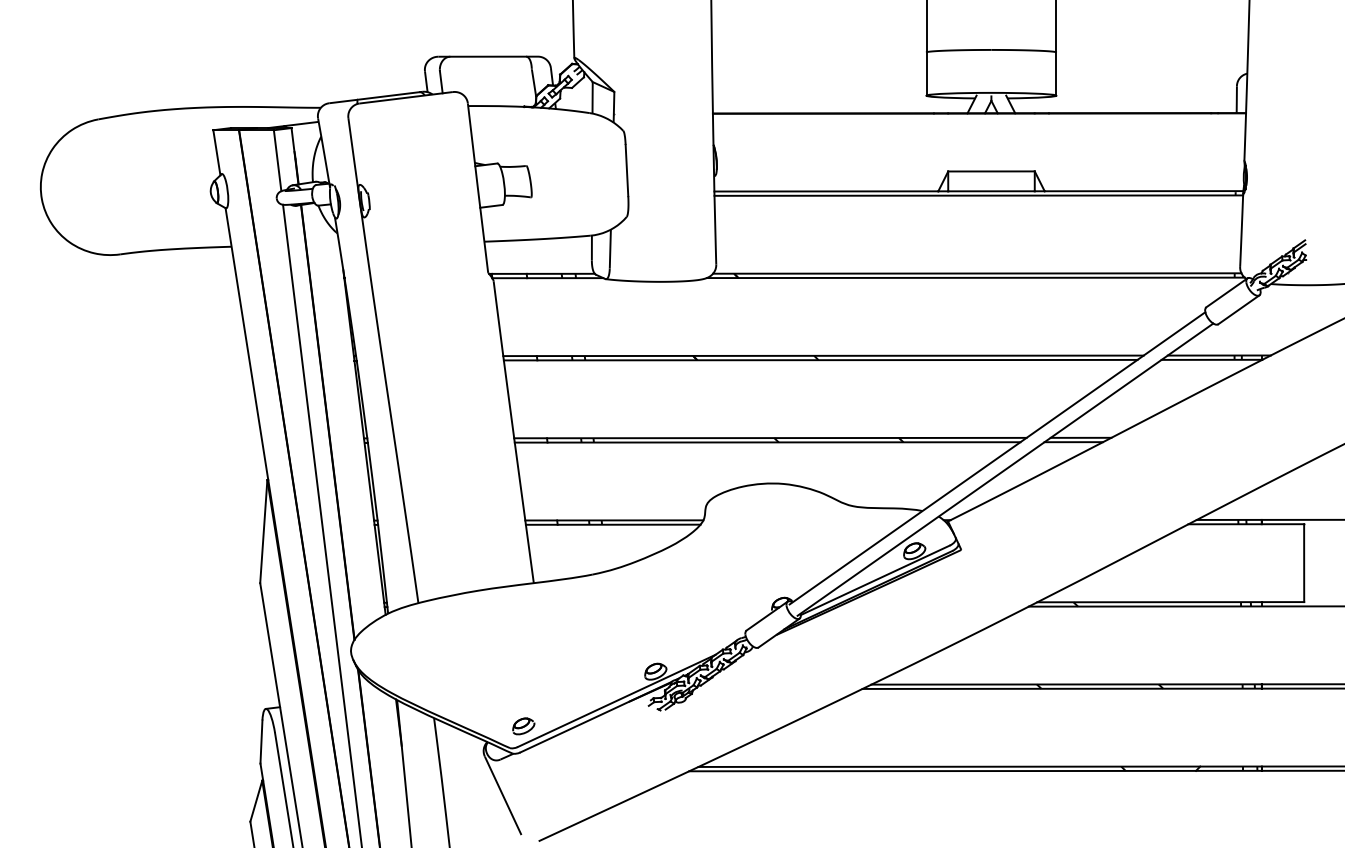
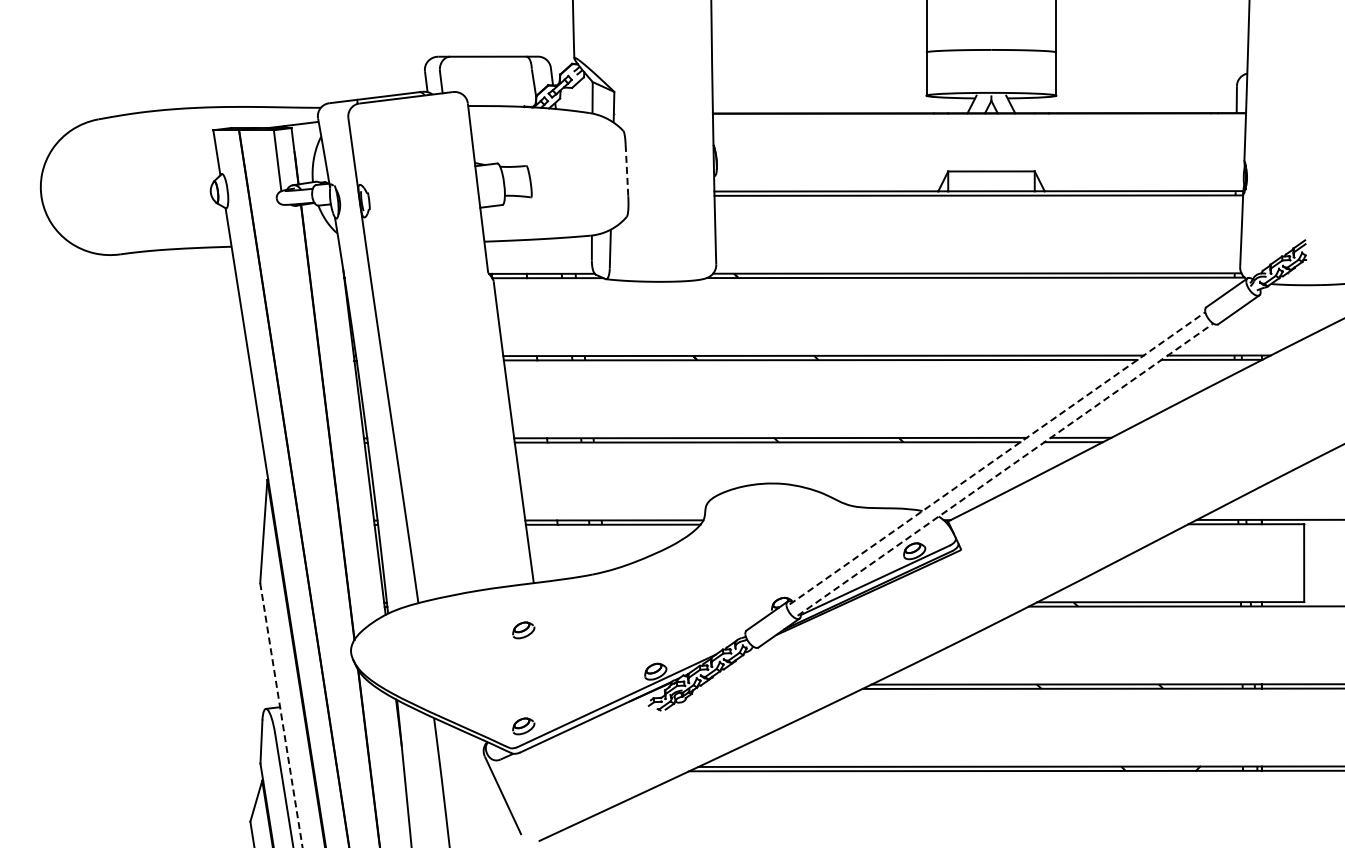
line at (626, 170): solid -> dashed
line at (997, 458): solid -> dashed
line at (1005, 469): solid -> dashed
line at (322, 524): present -> none
part at (523, 630): none -> present
line at (281, 715): solid -> dashed
